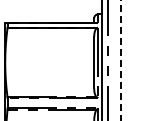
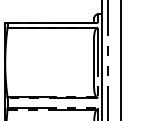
line at (121, 60): dashed -> solid
